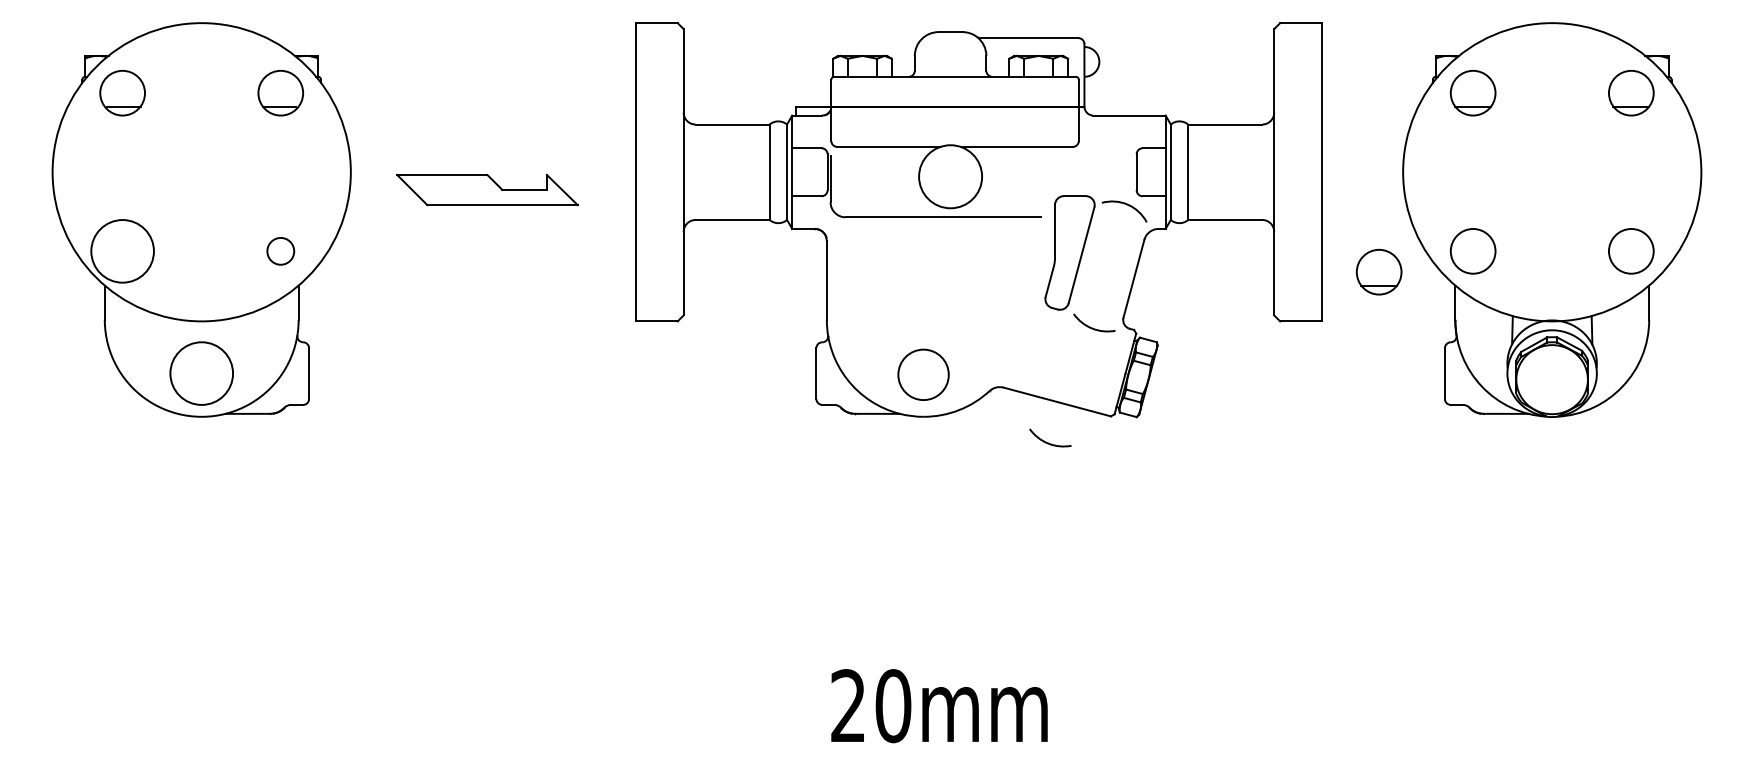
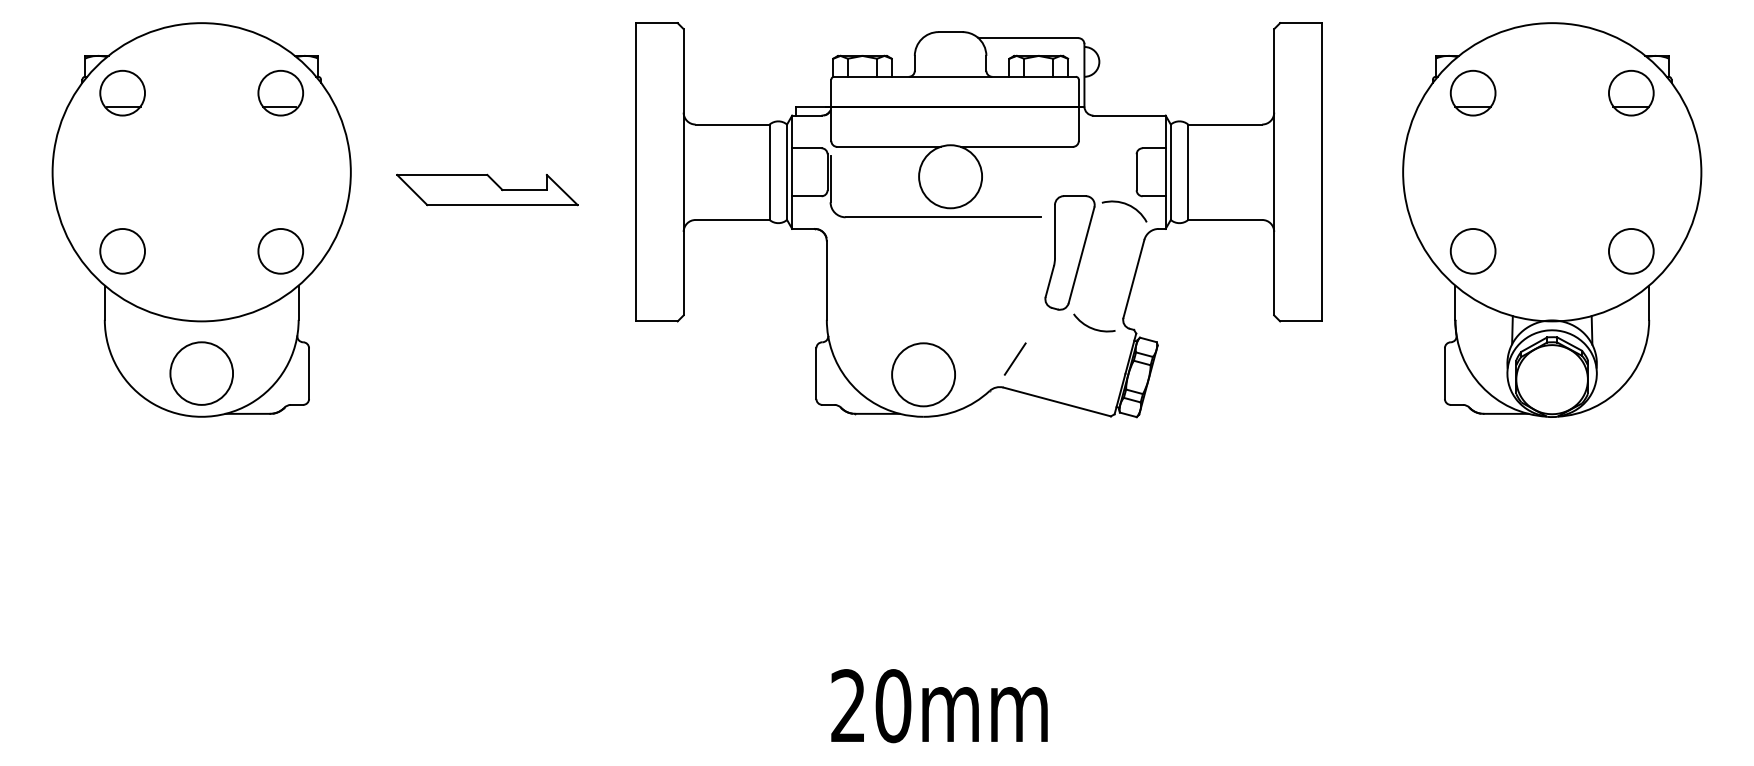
circle at (280, 250) diameter: 27 px -> 45 px
circle at (122, 251) diameter: 63 px -> 45 px
part at (1378, 271): present -> none
line at (1014, 358): none -> present
circle at (923, 374) size: 53x53 px -> 65x66 px
arc at (1048, 442): present -> none
